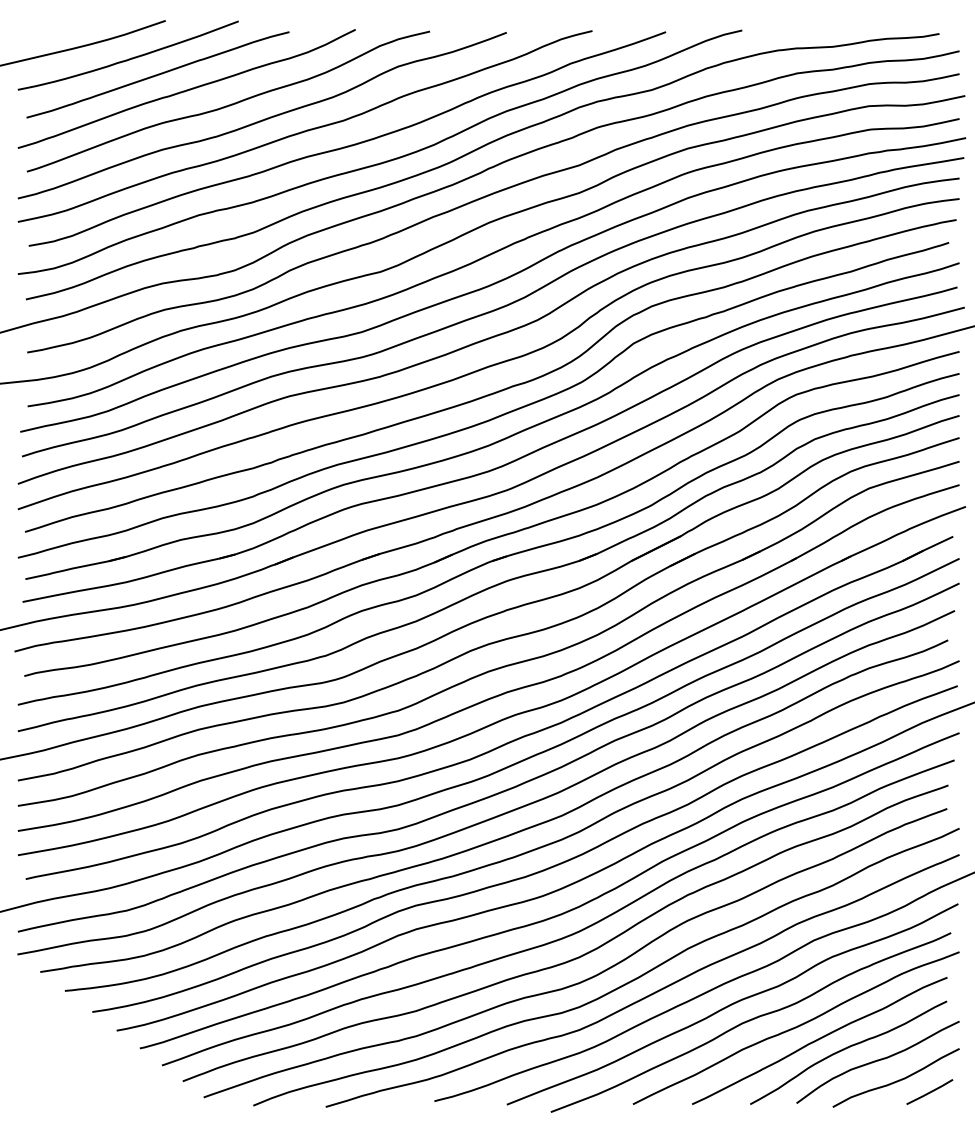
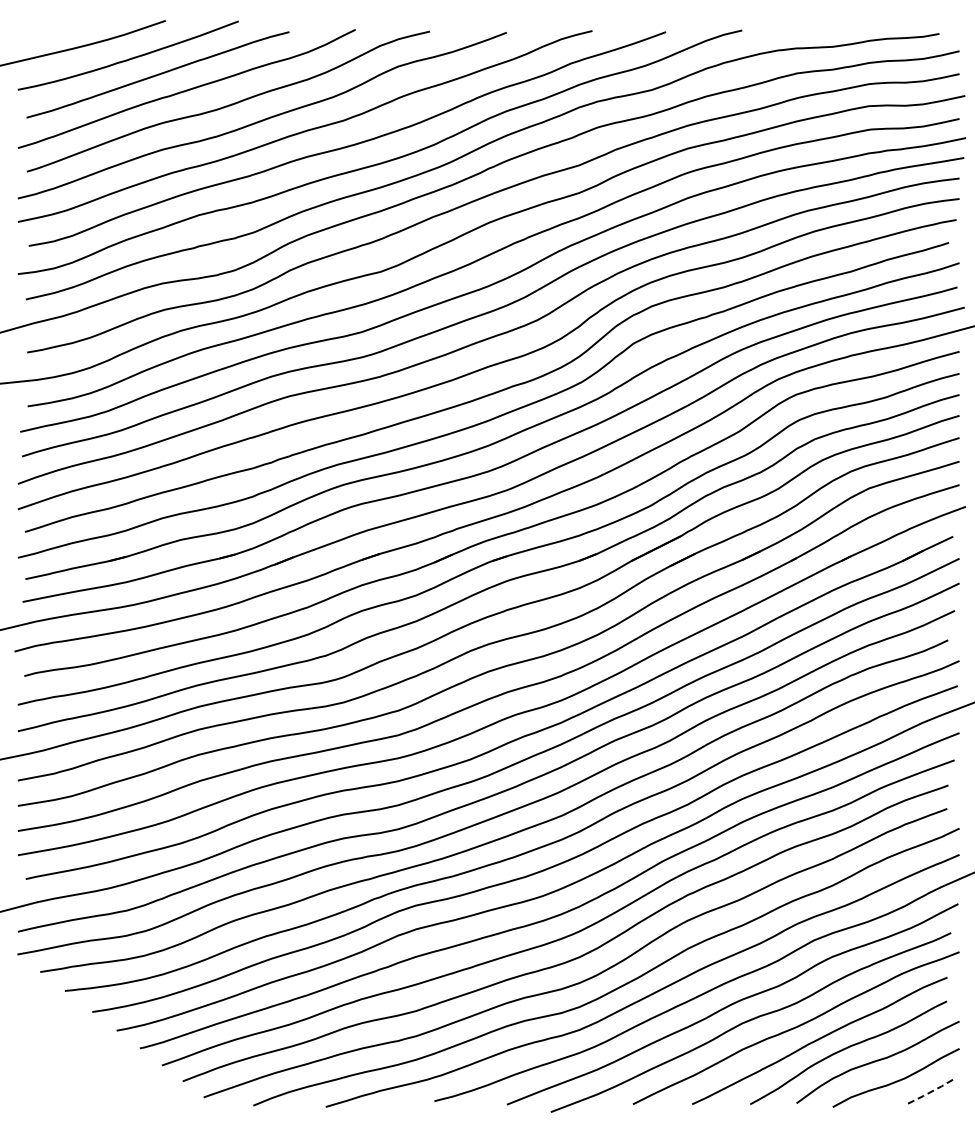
line at (930, 1092): solid -> dashed
